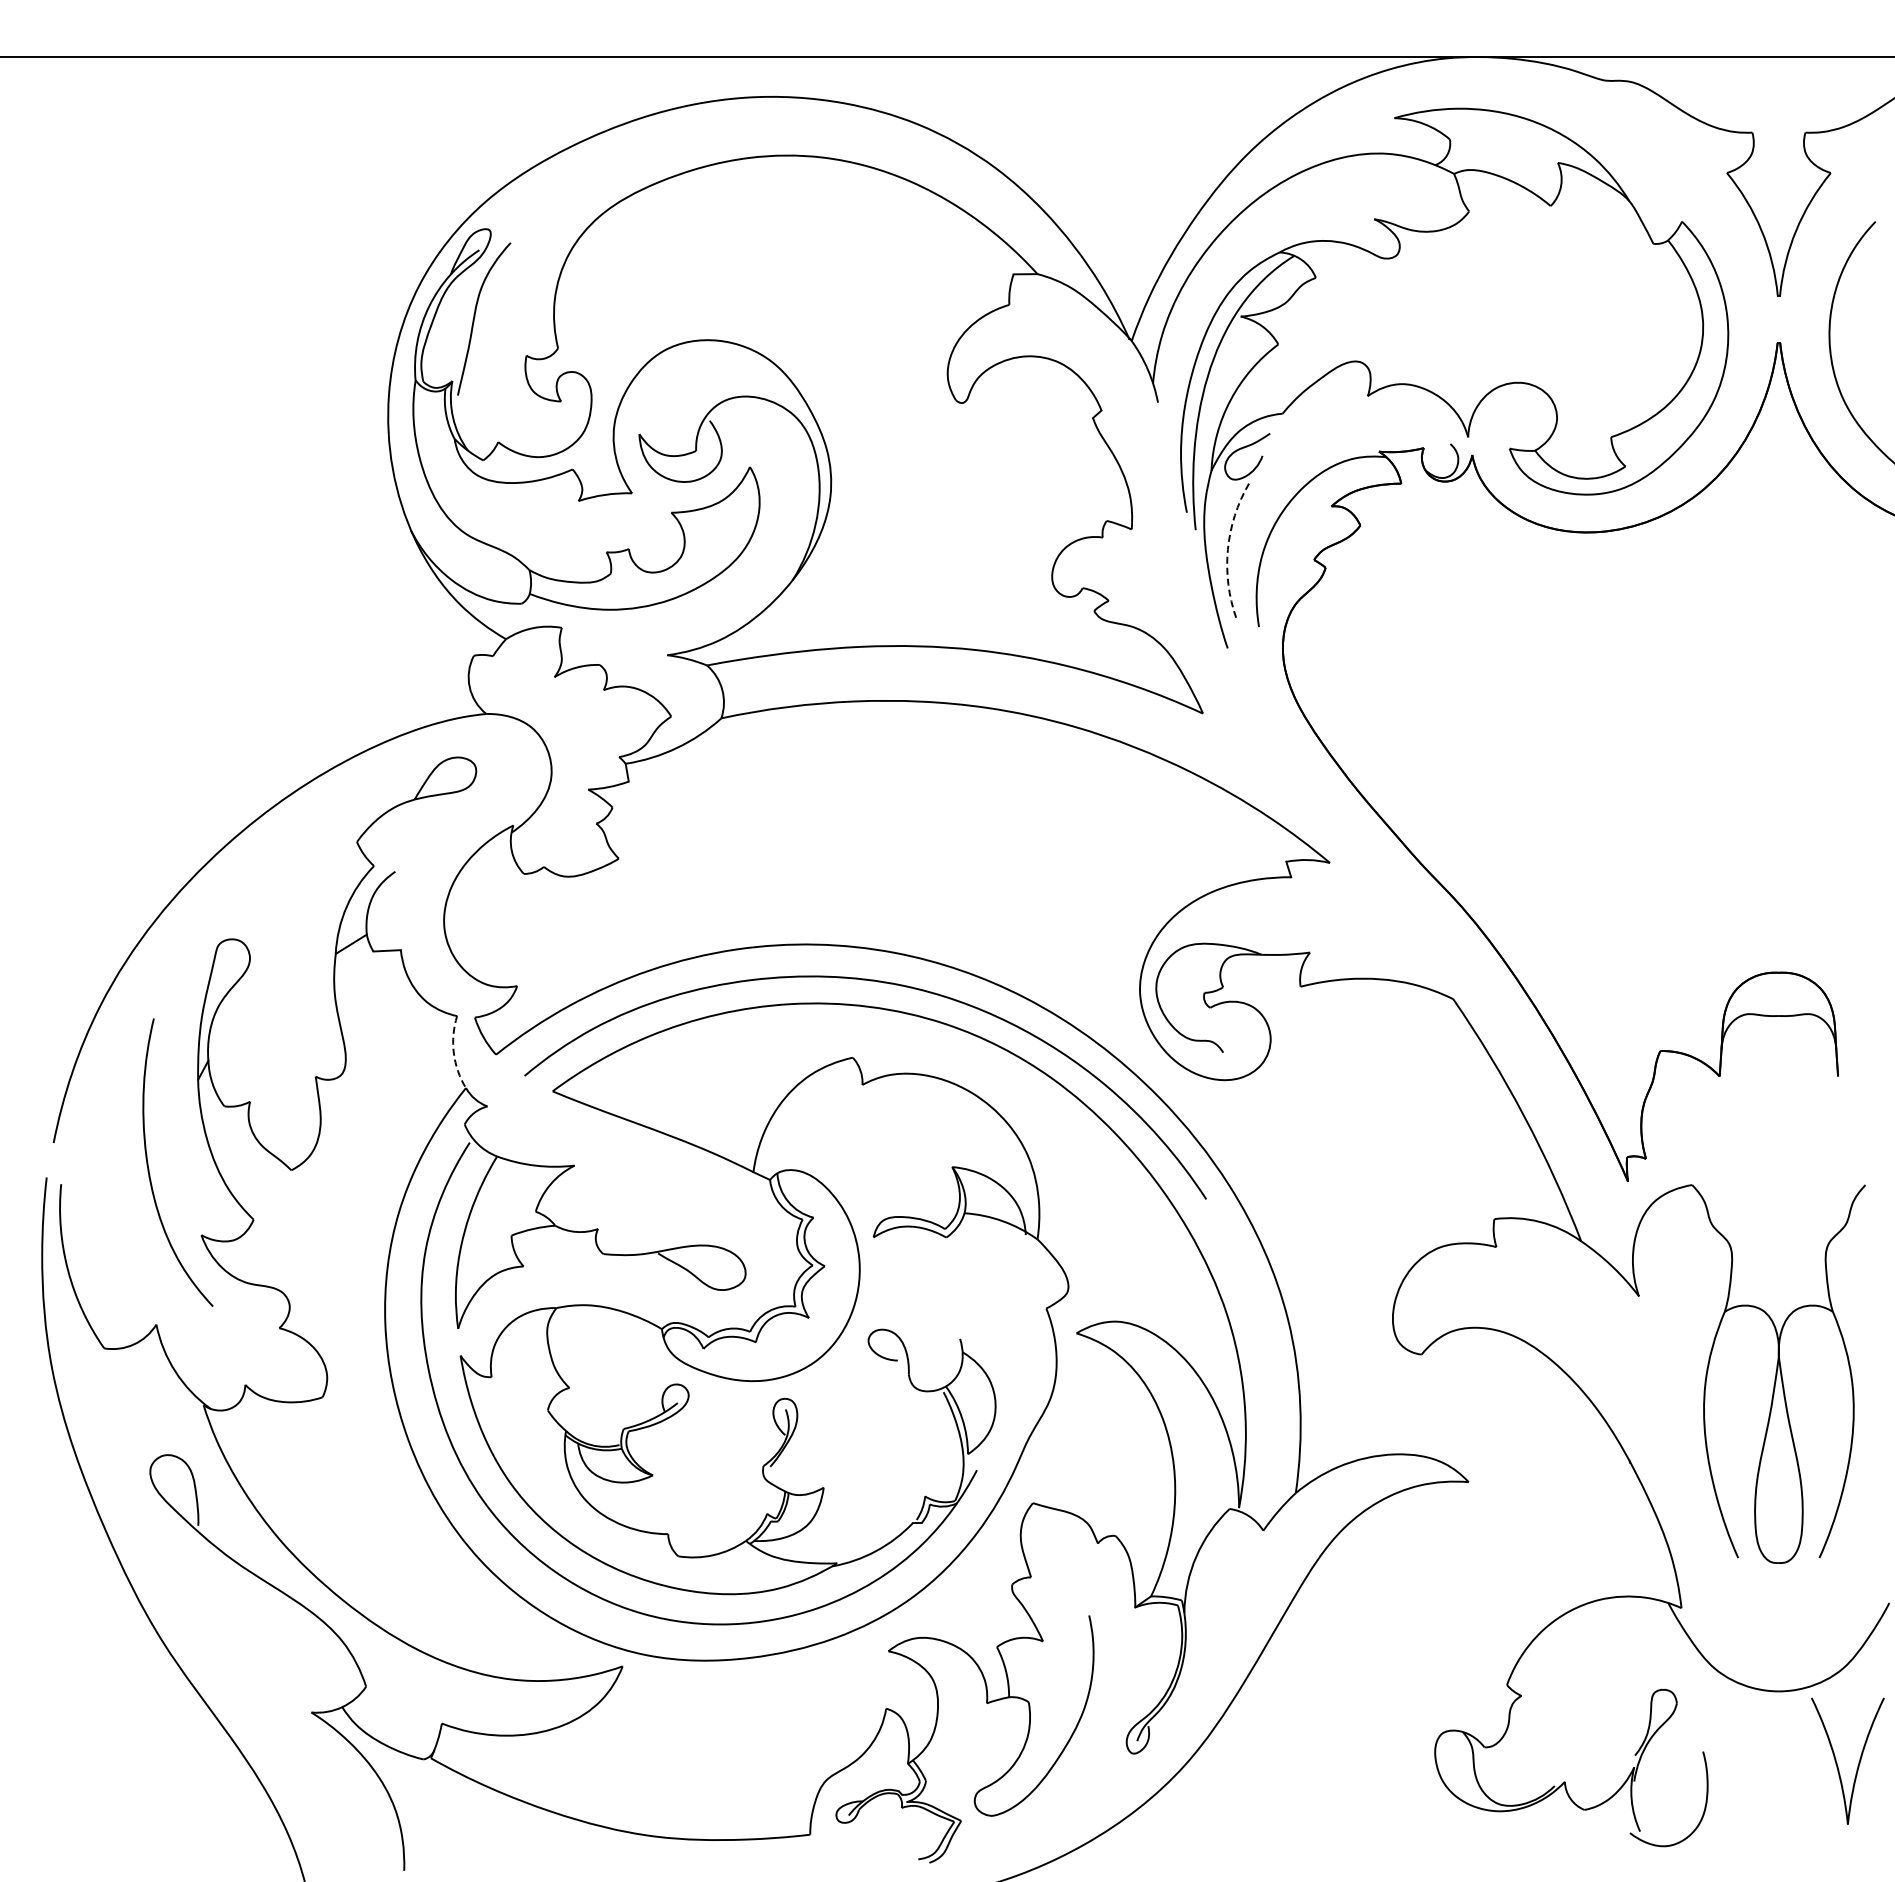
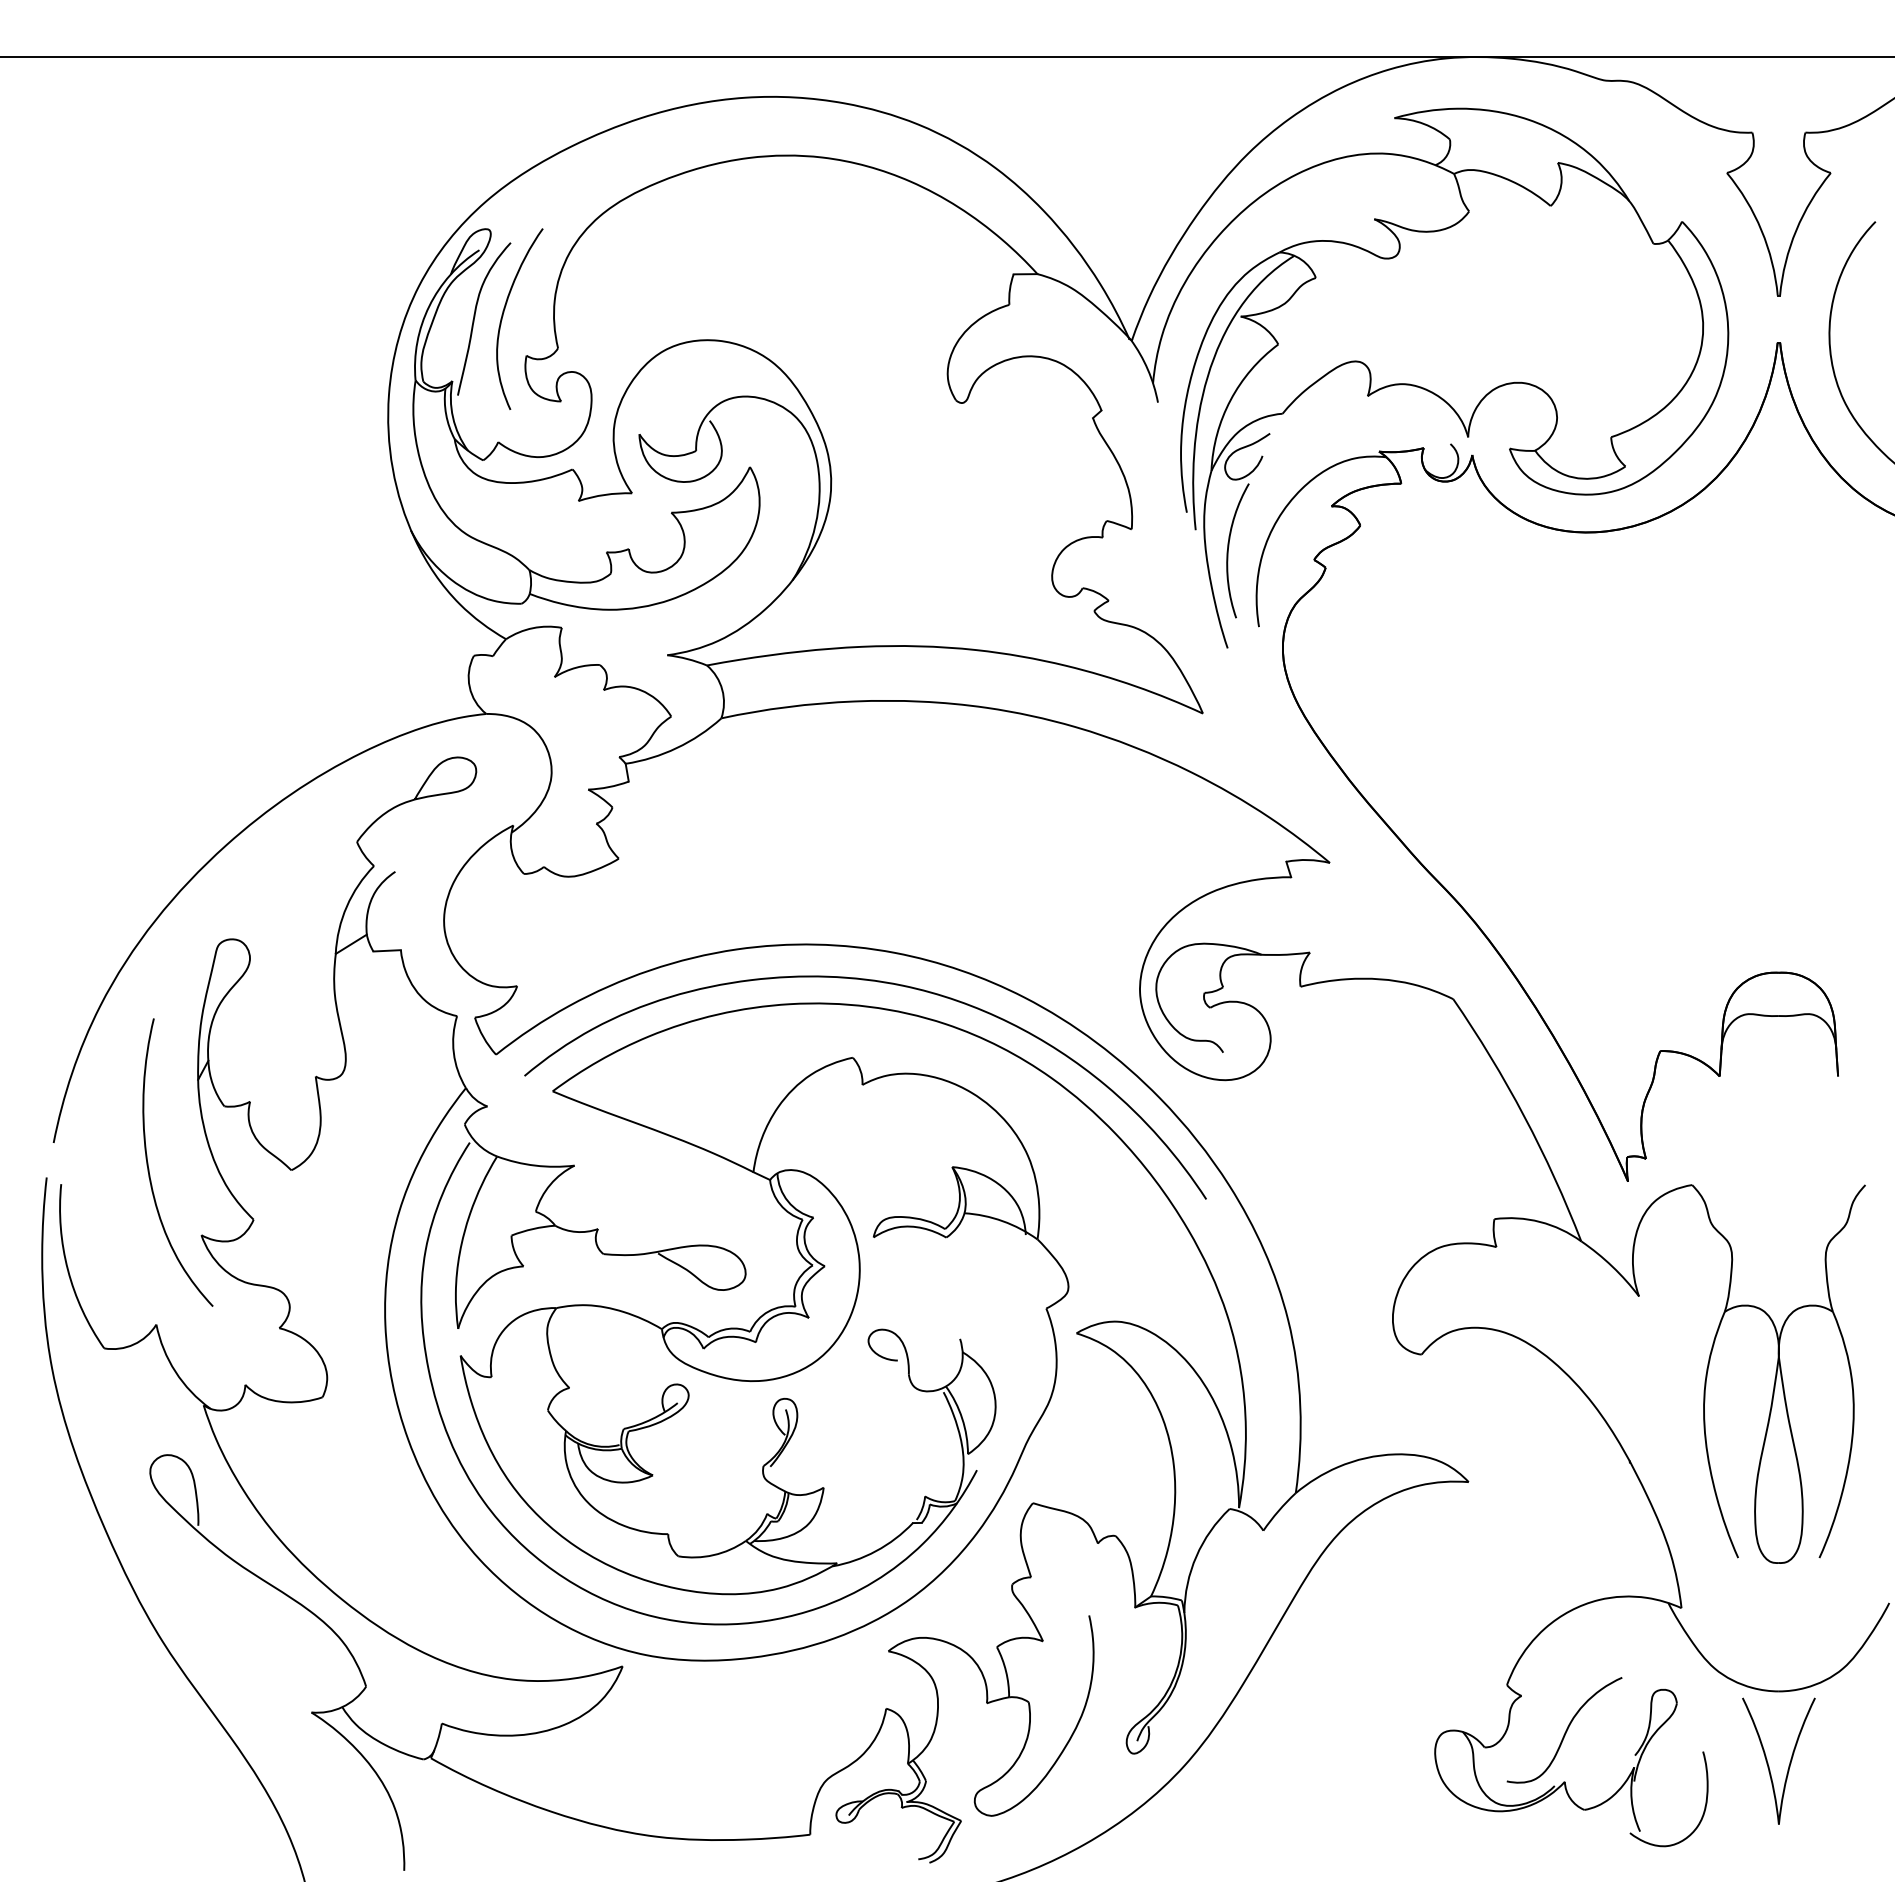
curve at (503, 316): none -> present
arc at (1227, 549): dashed -> solid
arc at (453, 1053): dashed -> solid
curve at (1565, 1730): none -> present
part at (1837, 1762) position: (1837, 1762) -> (1768, 1762)
